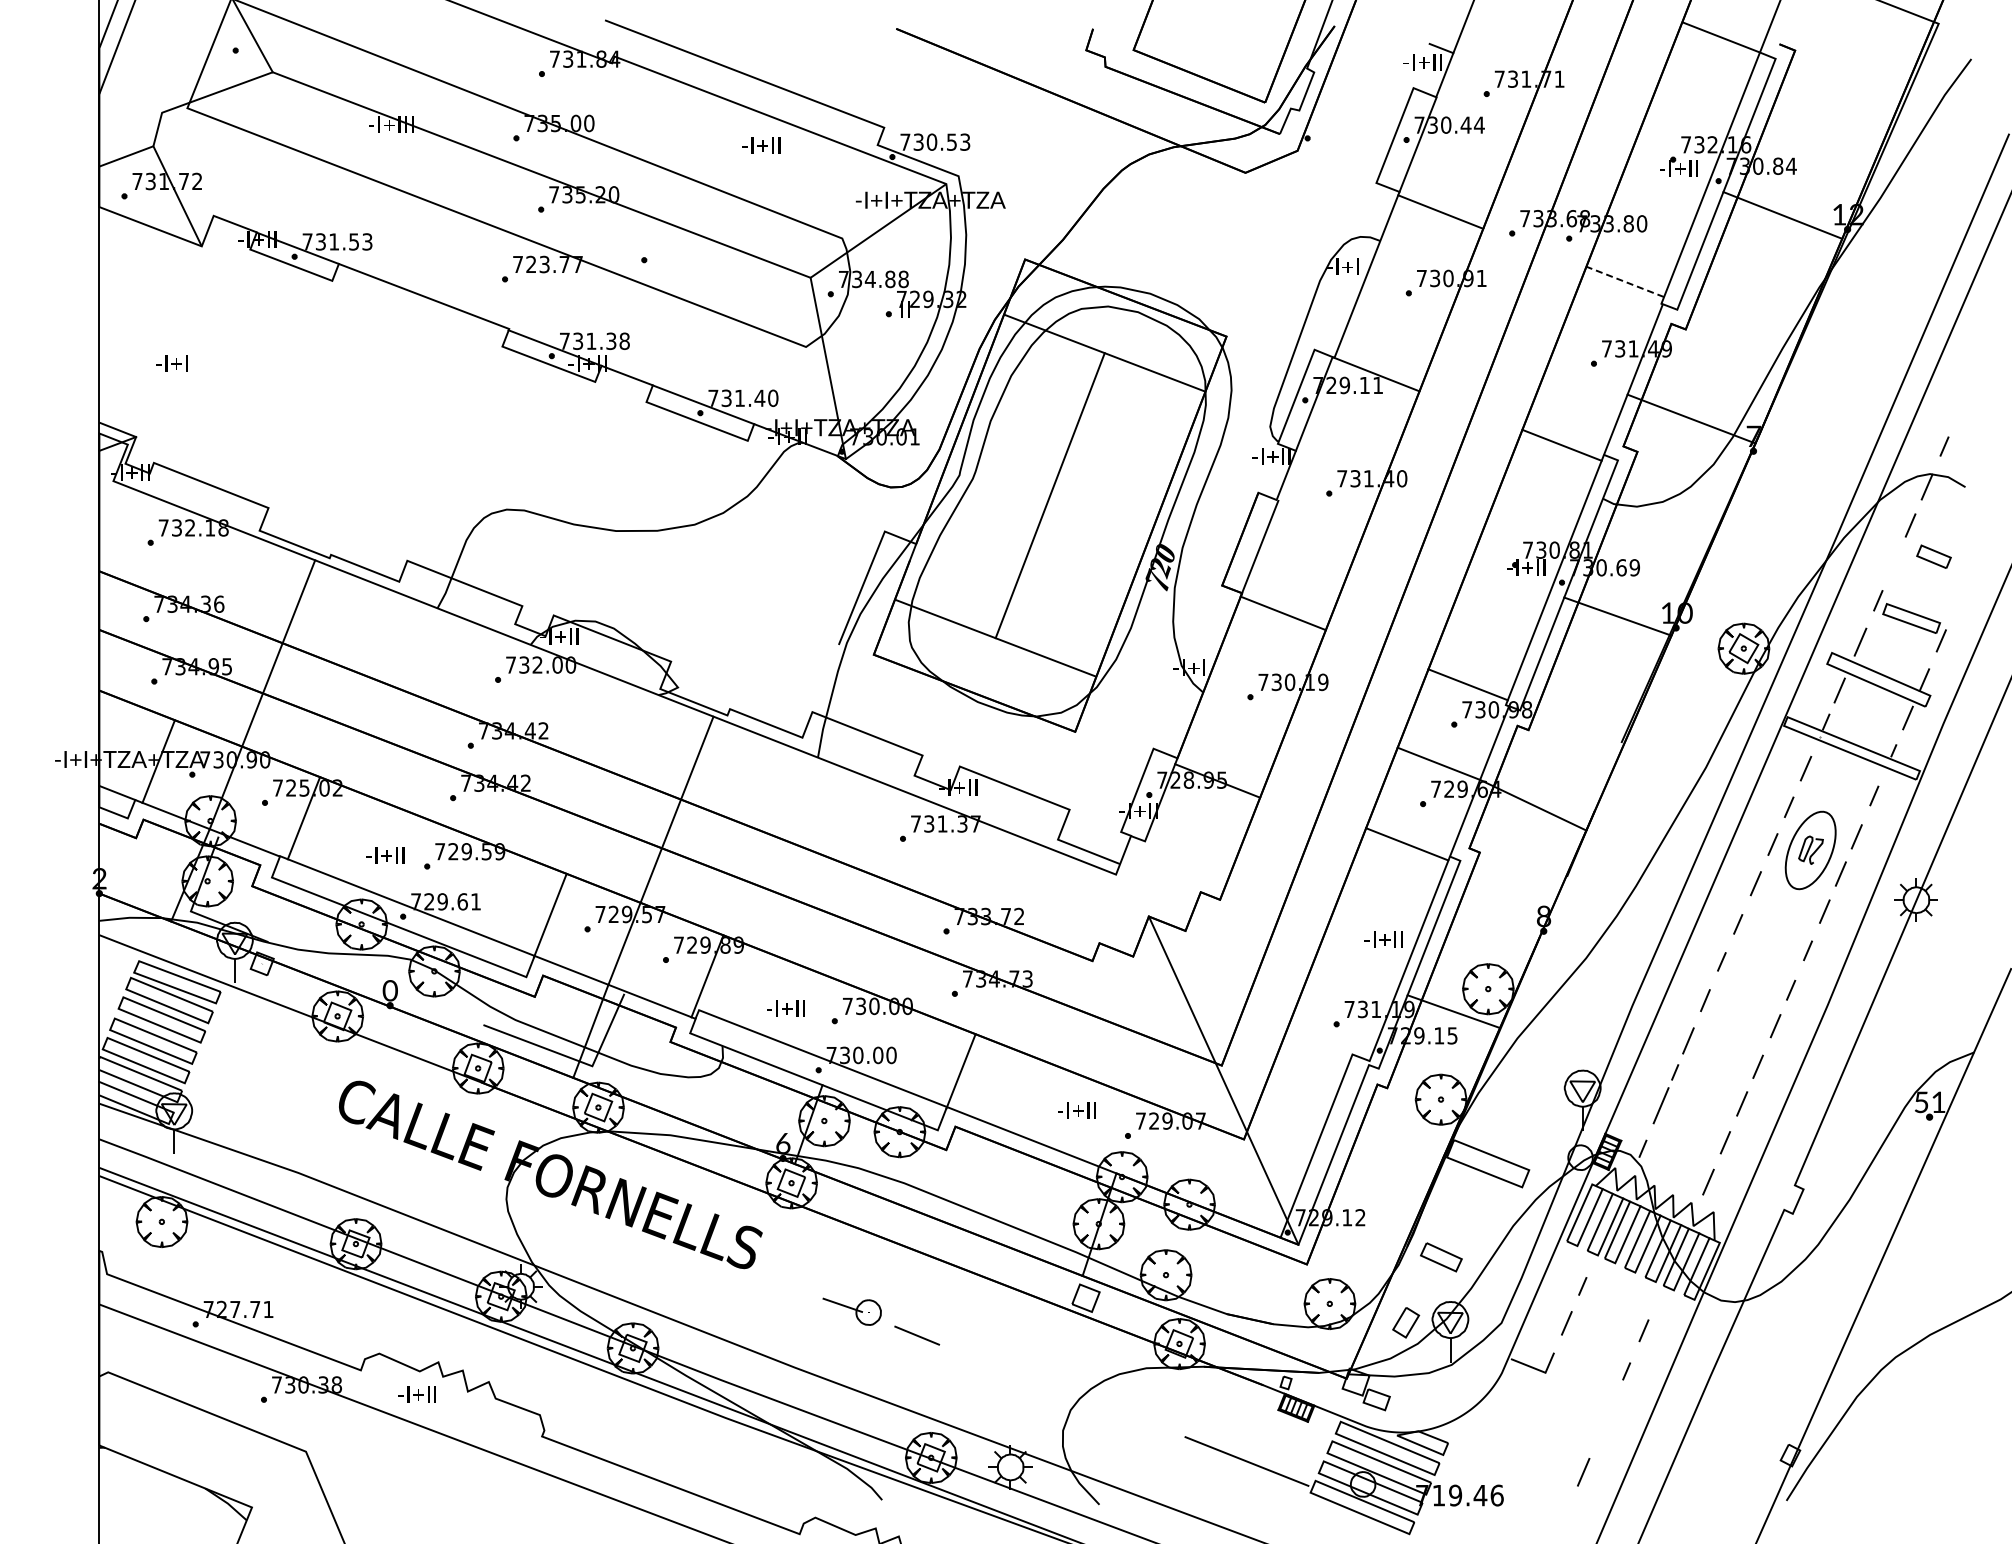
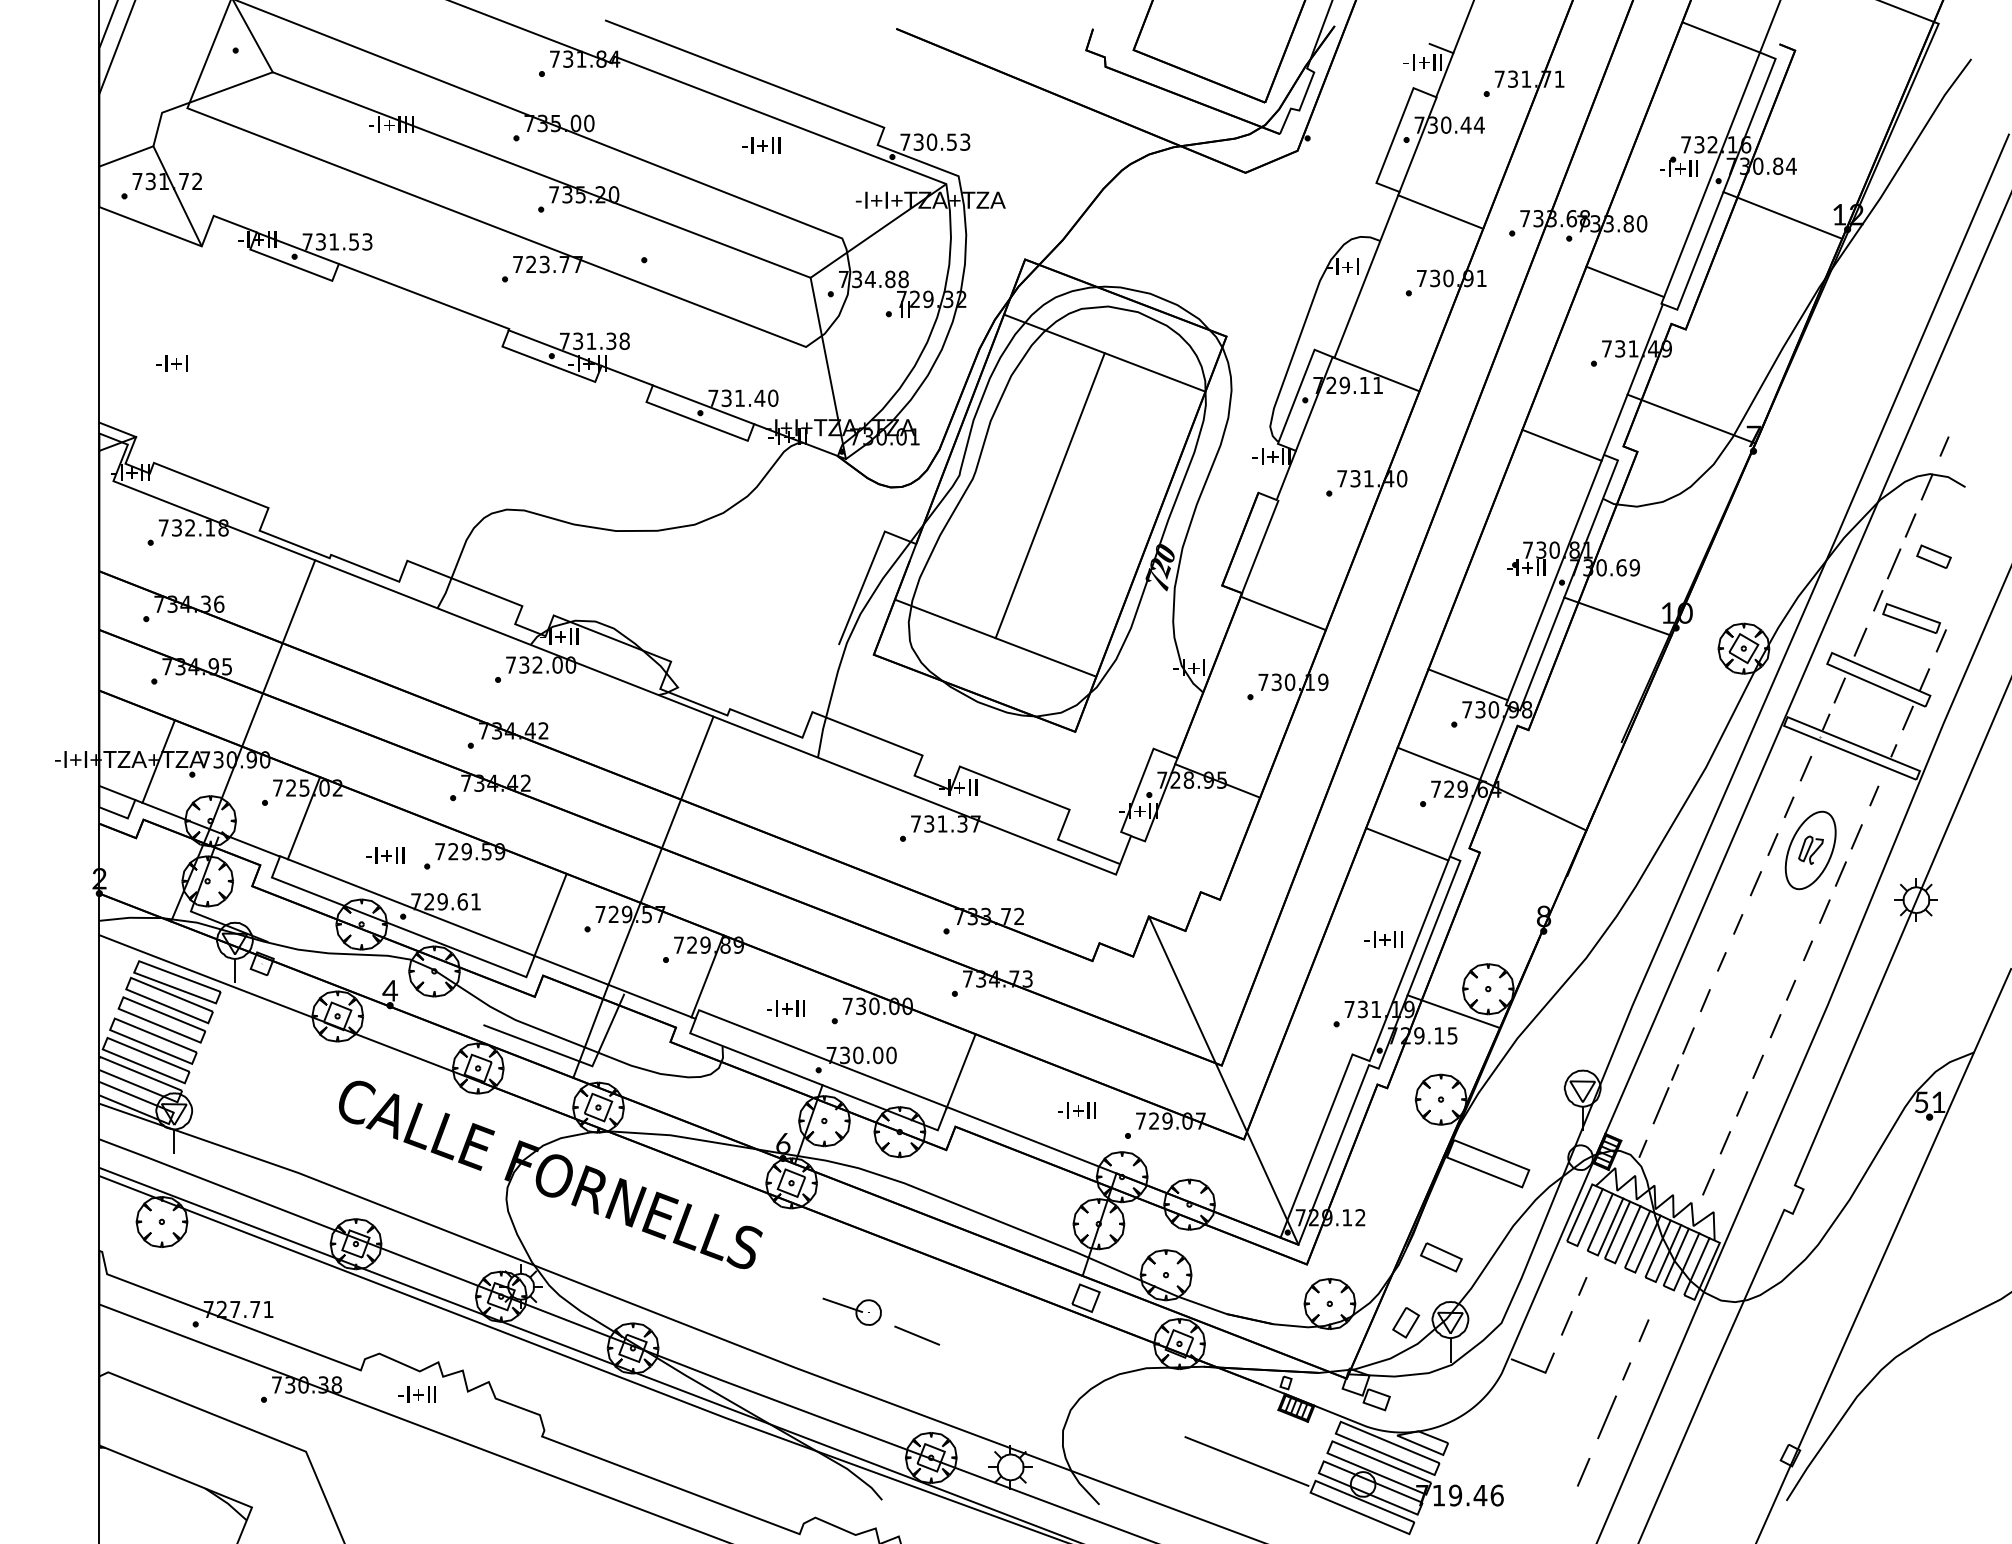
line at (1625, 281): dashed -> solid
line at (1893, 563): none -> present
text at (390, 990): 0 -> 4
line at (1606, 1417): none -> present
